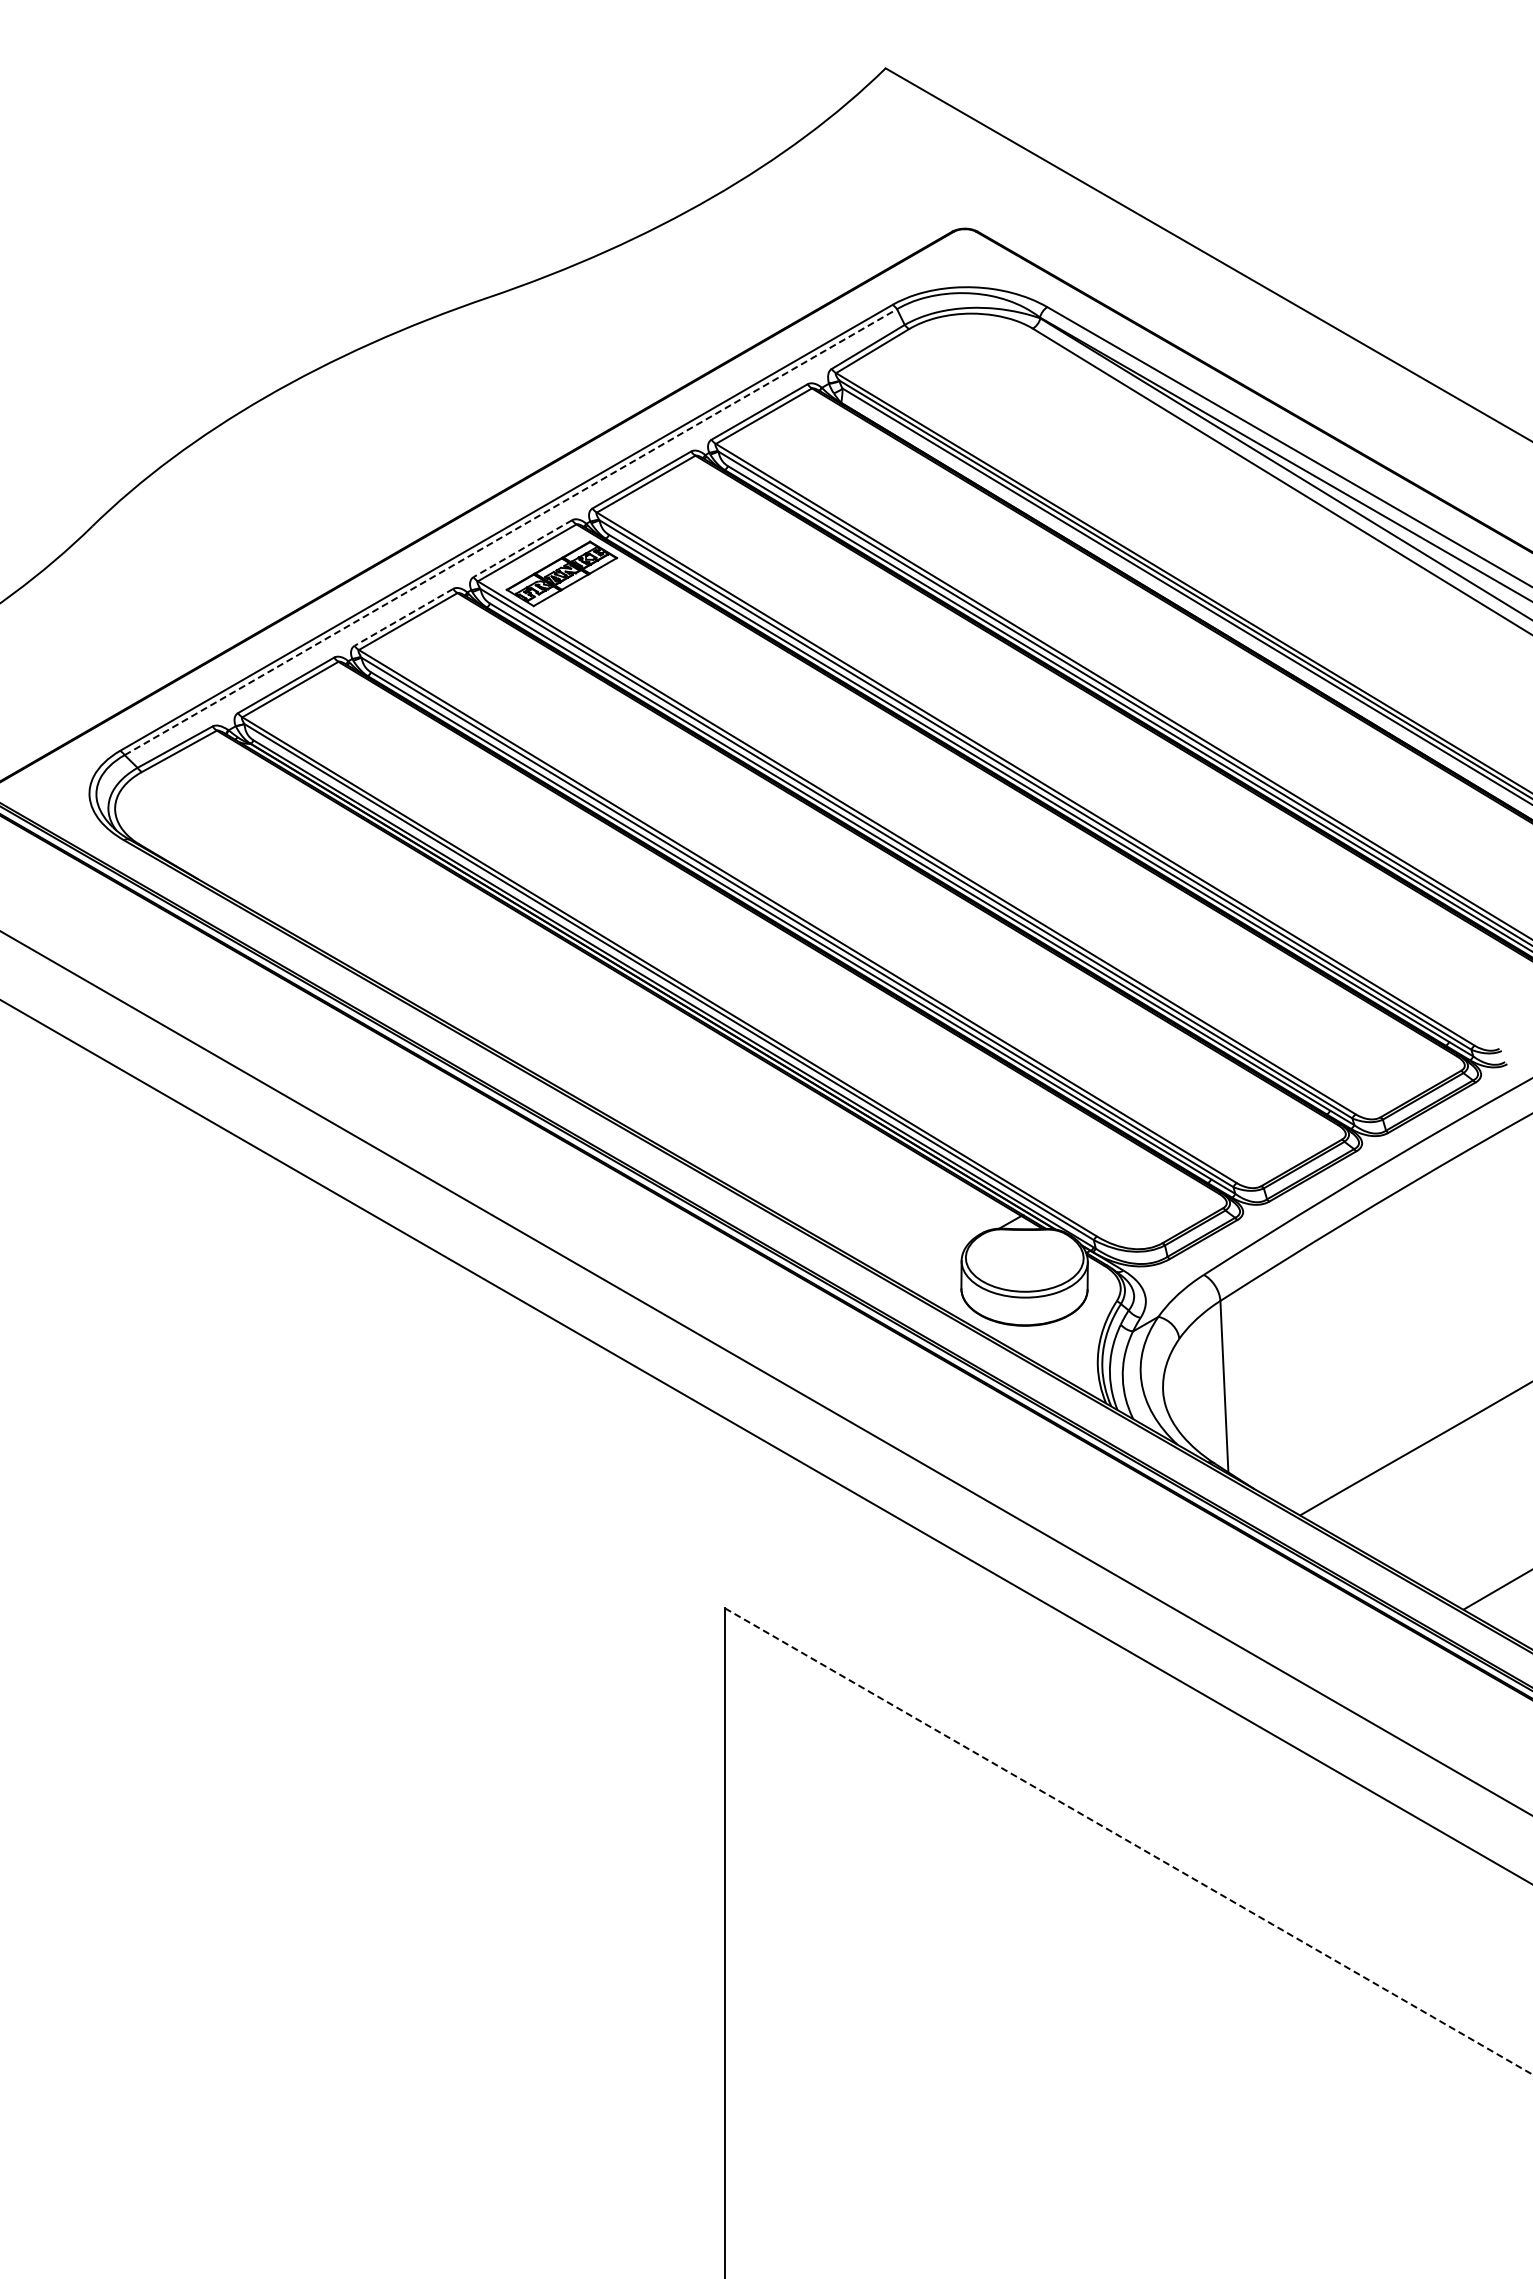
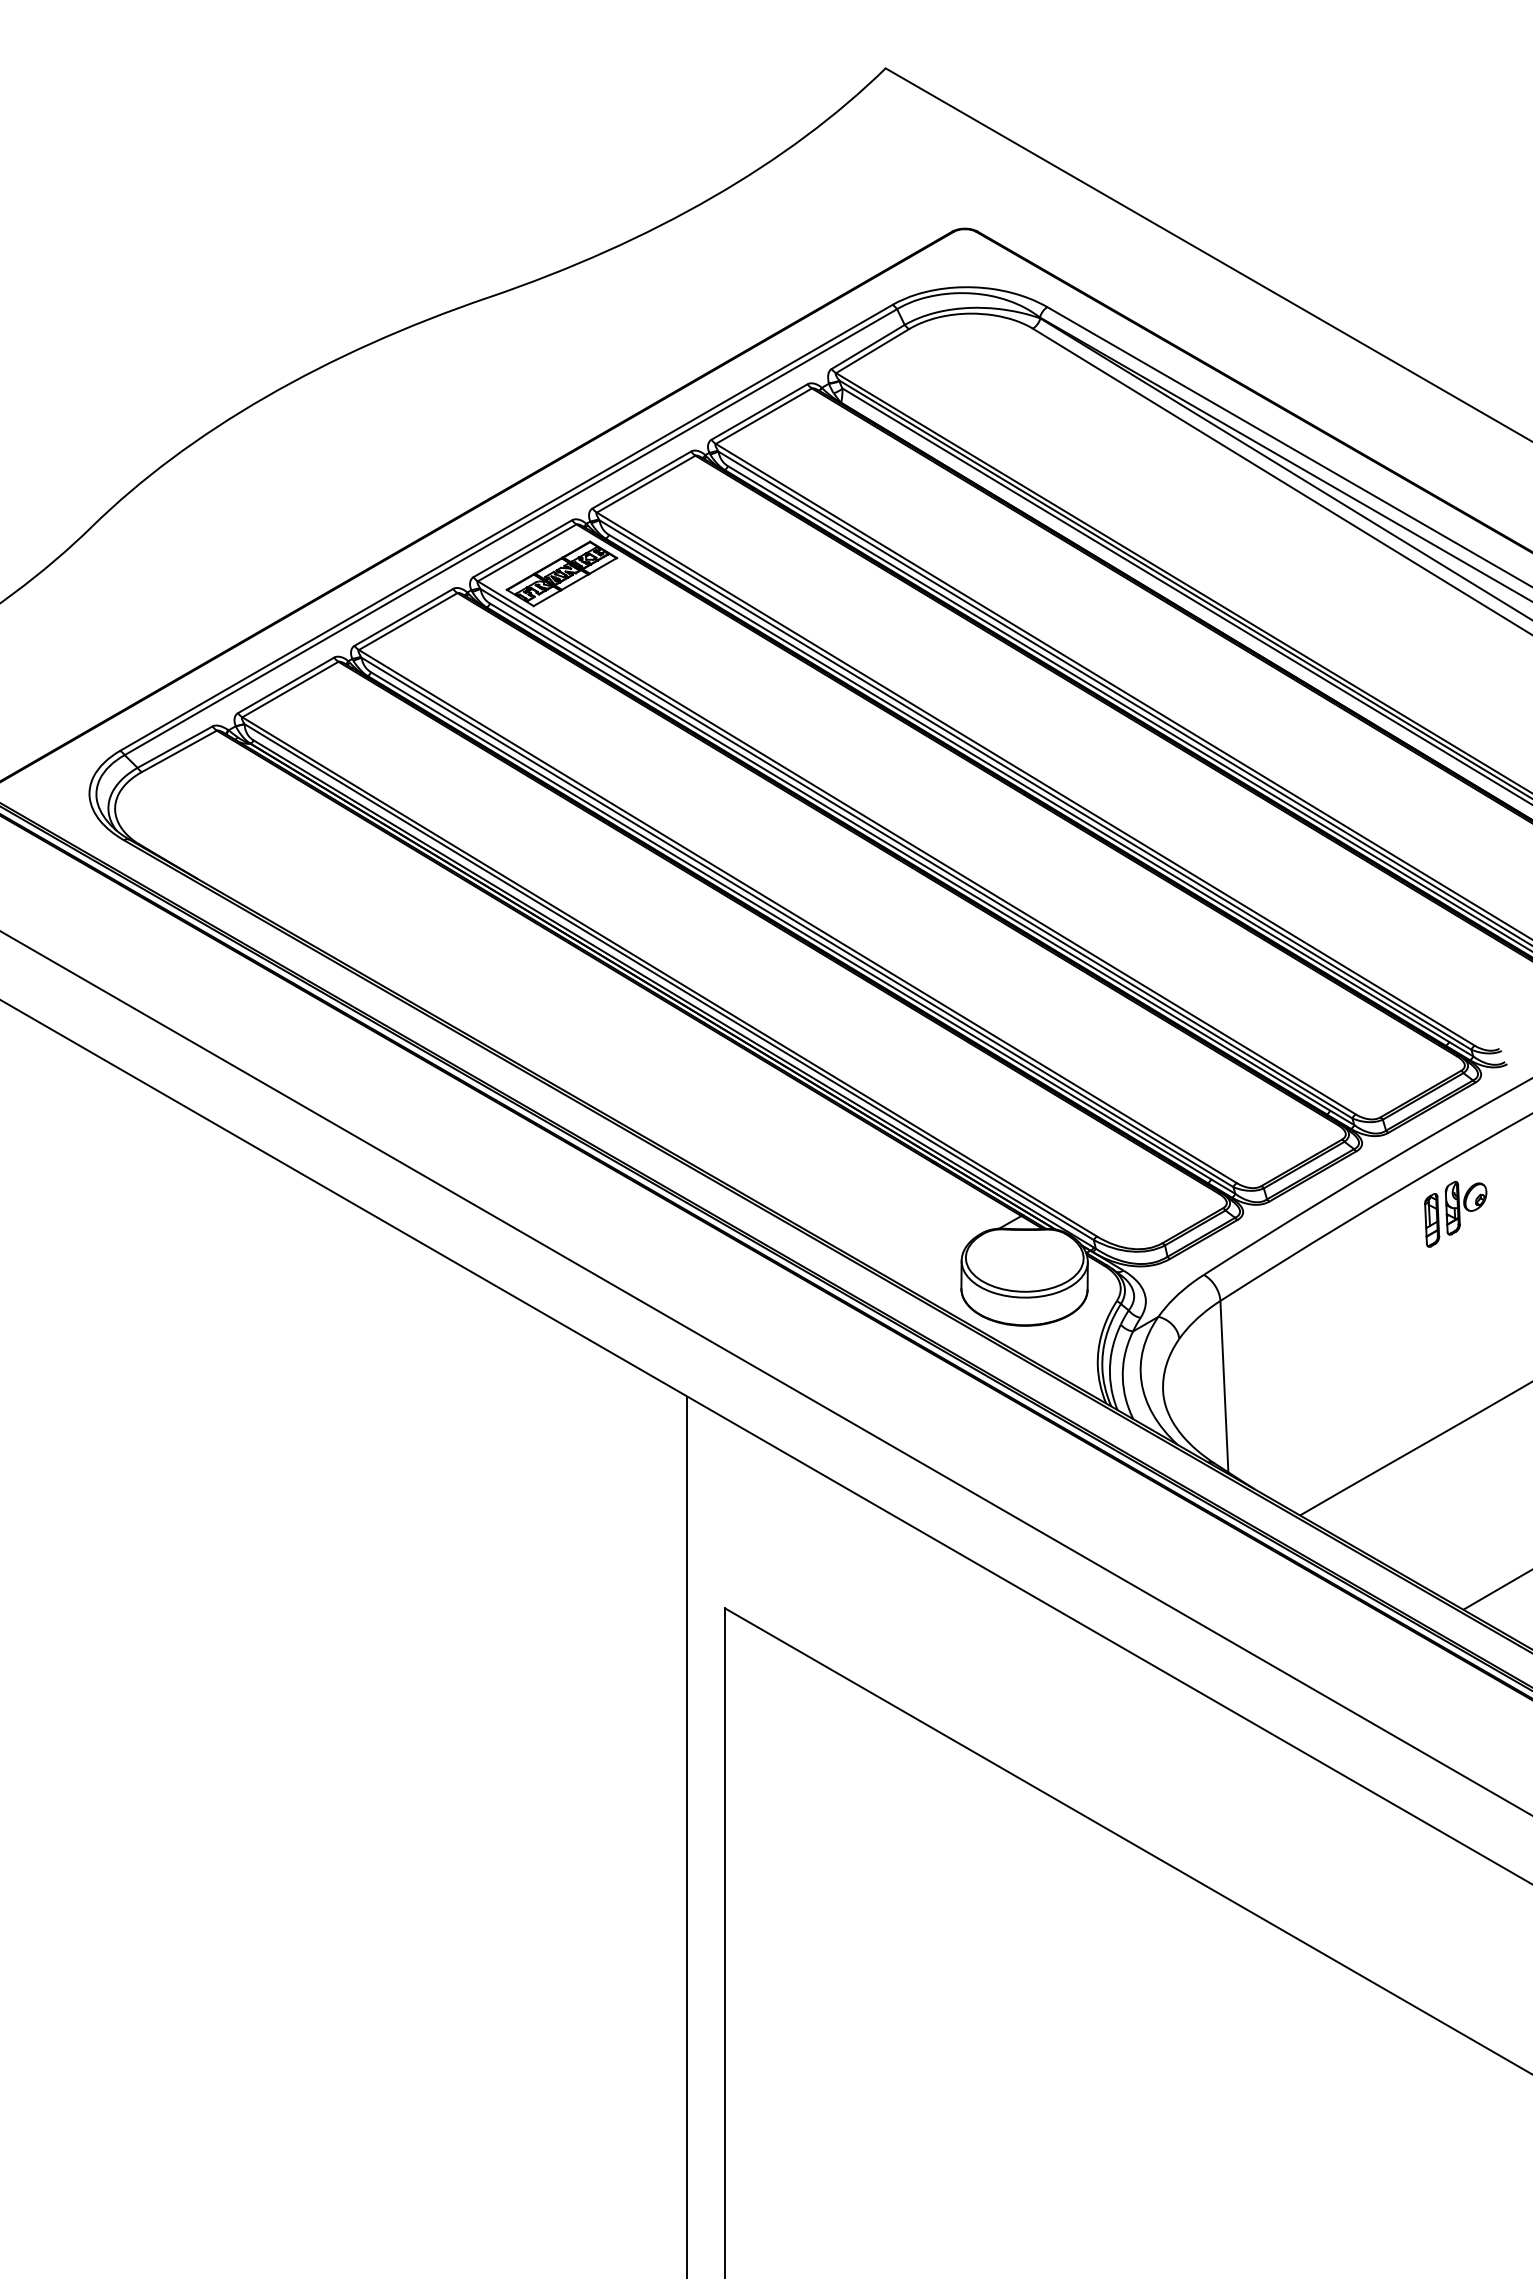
line at (510, 532): dashed -> solid
line at (522, 548): dashed -> solid
line at (403, 617): dashed -> solid
part at (1455, 1214): none -> present
line at (687, 1835): none -> present
line at (1128, 1841): dashed -> solid
